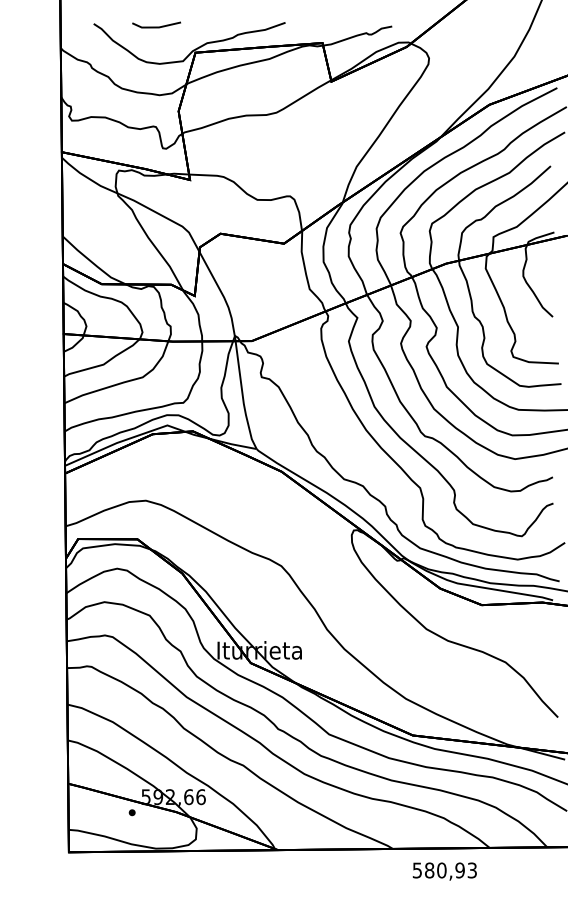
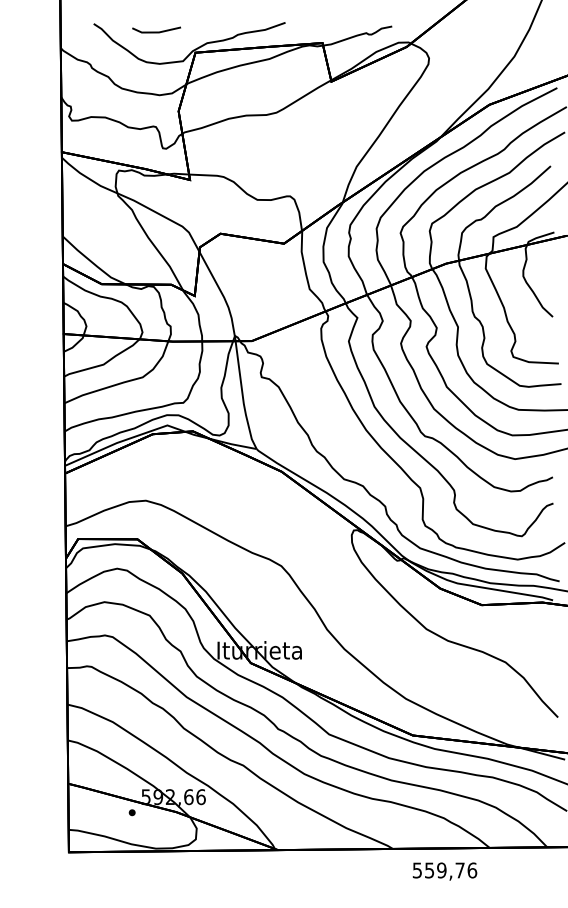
line at (156, 26) position: (156, 26) -> (156, 31)
text at (451, 870): 580,93 -> 559,76
